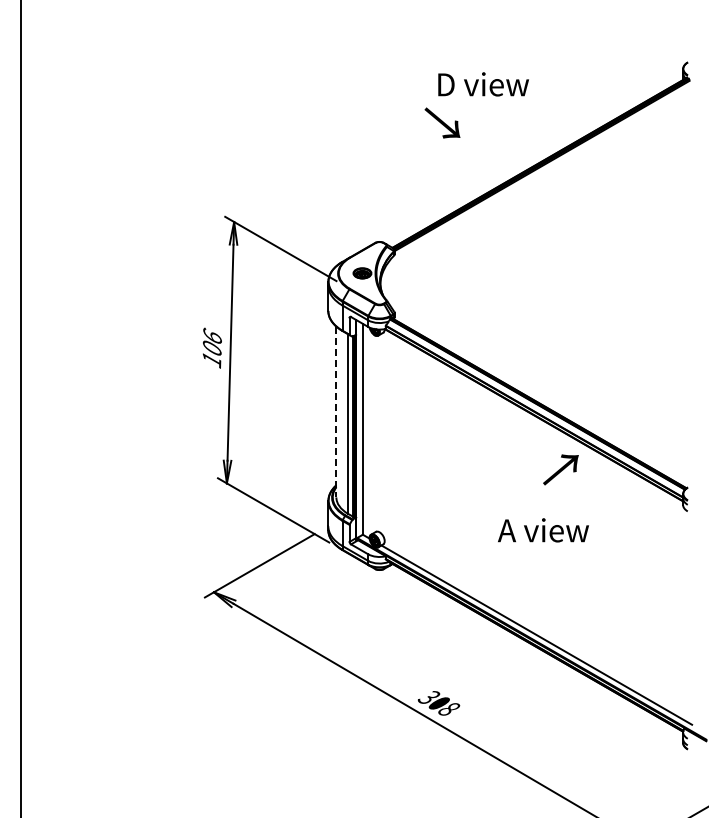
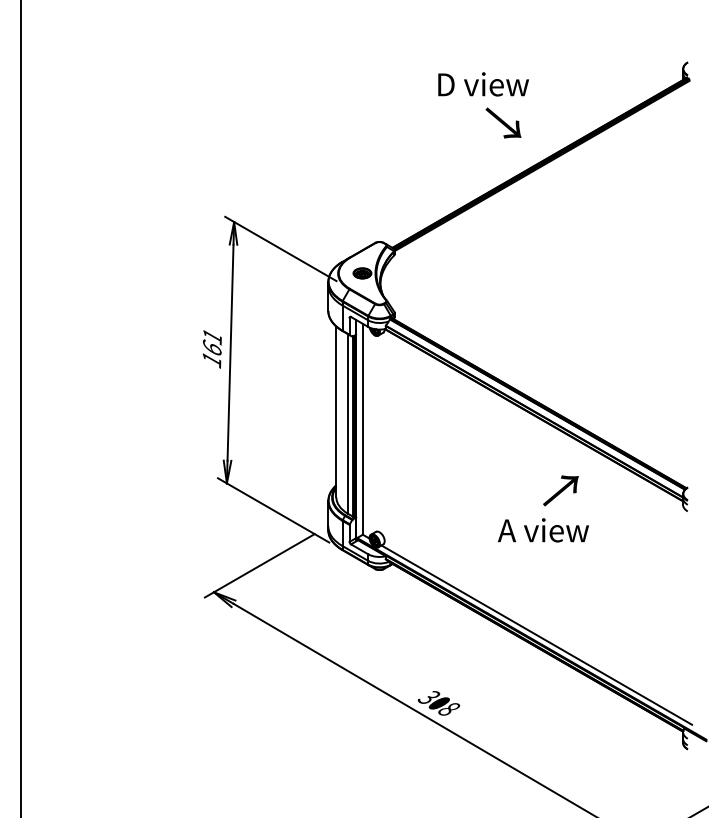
text at (442, 122) position: (442, 122) -> (503, 122)
text at (212, 341): 106 -> 161
line at (336, 412): dashed -> solid
text at (560, 469) position: (560, 469) -> (560, 490)
